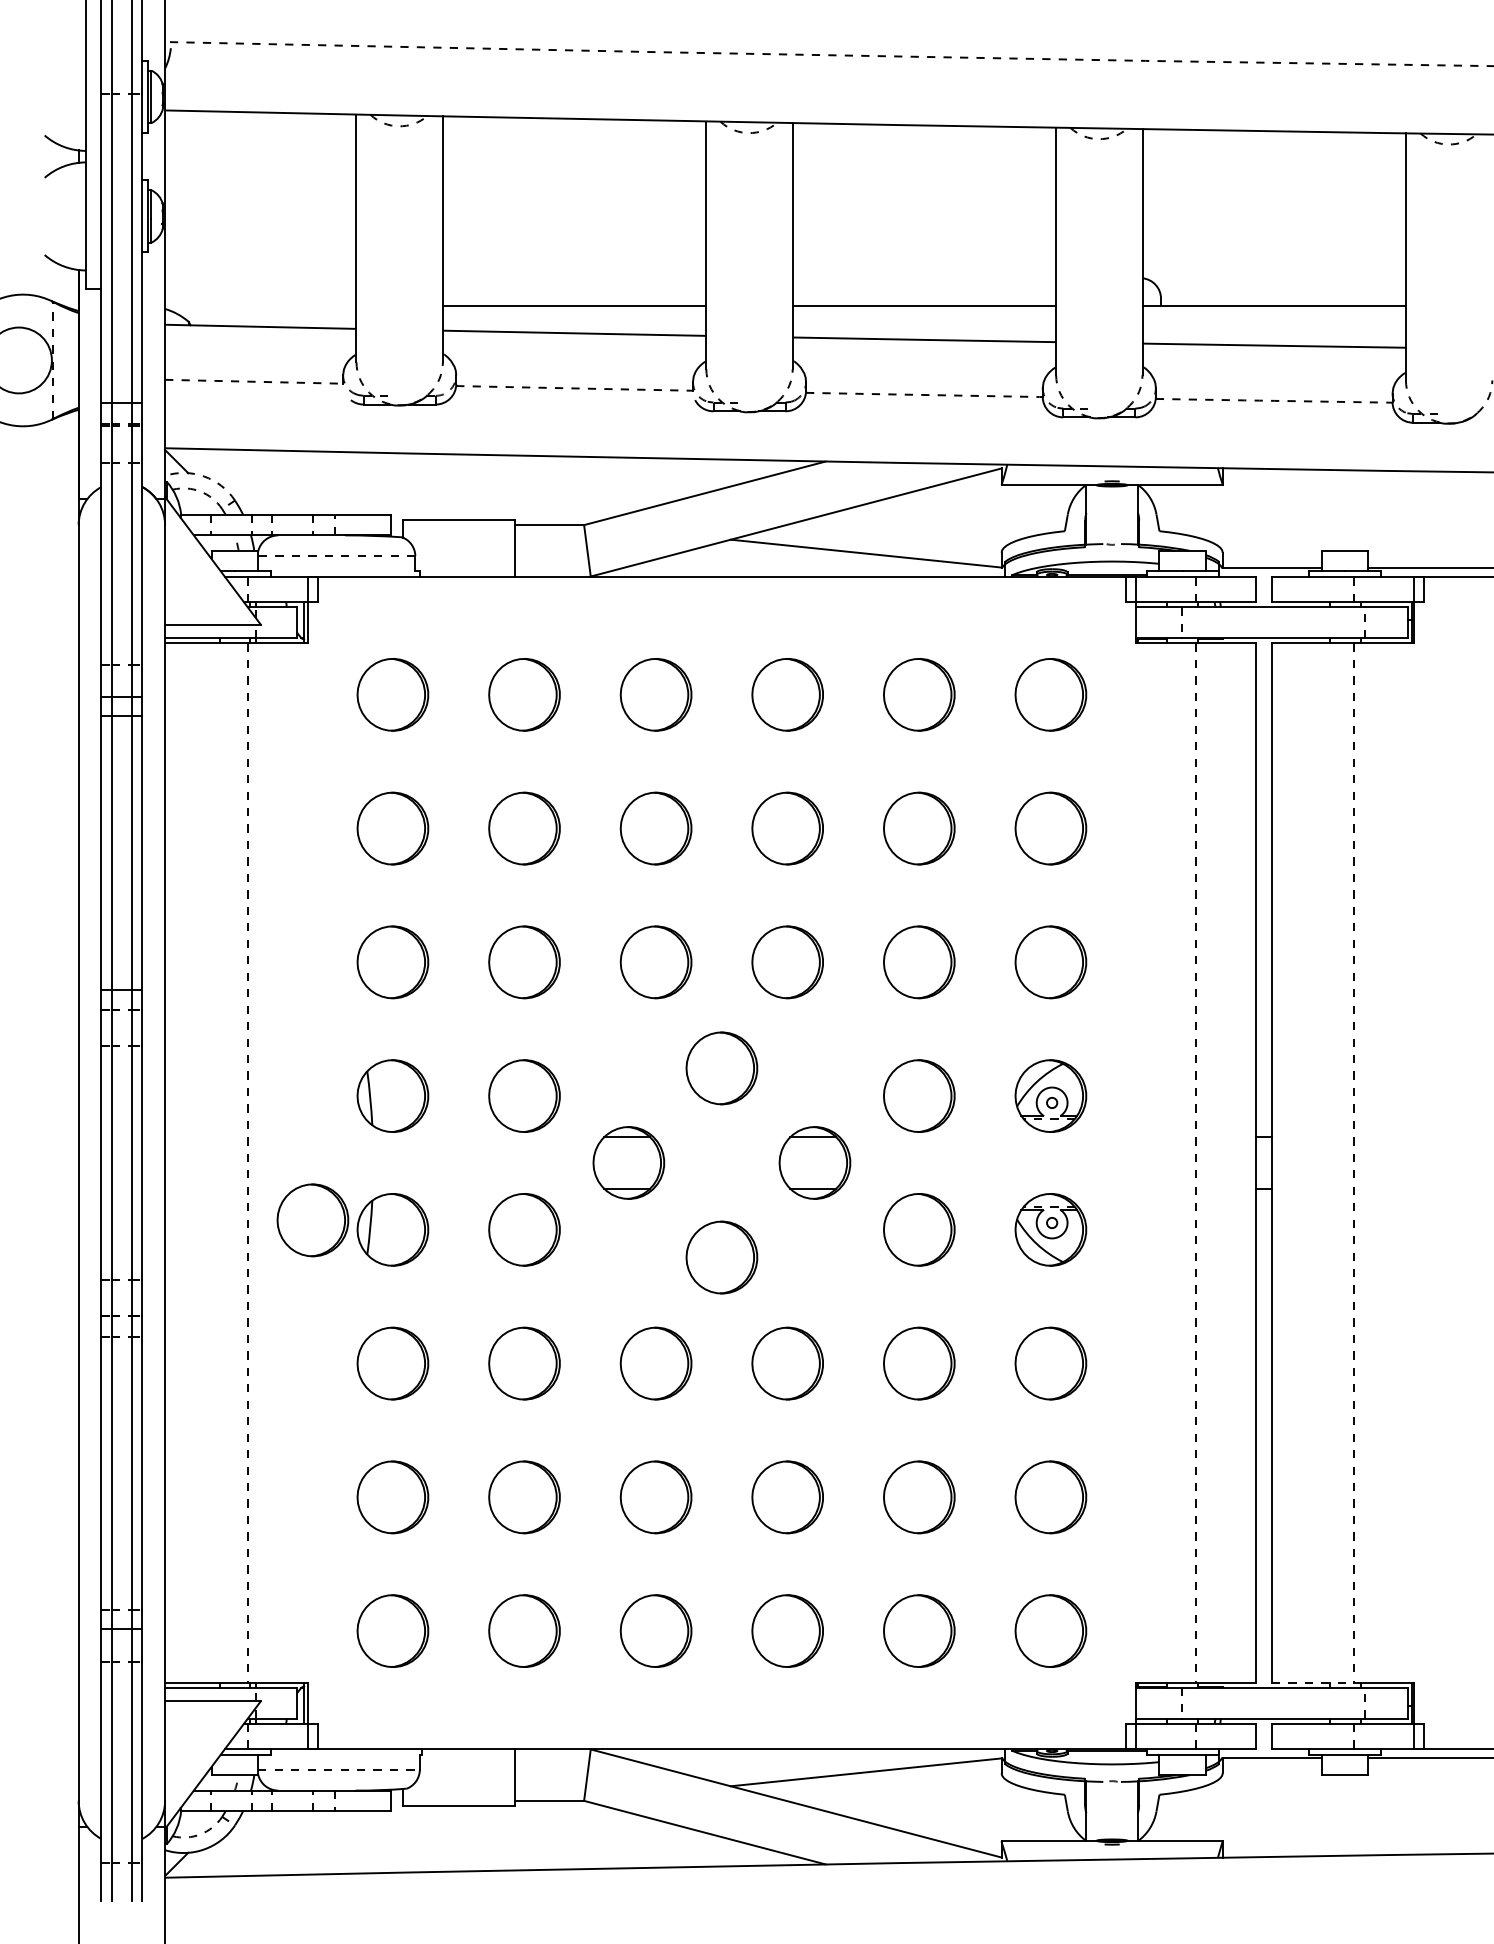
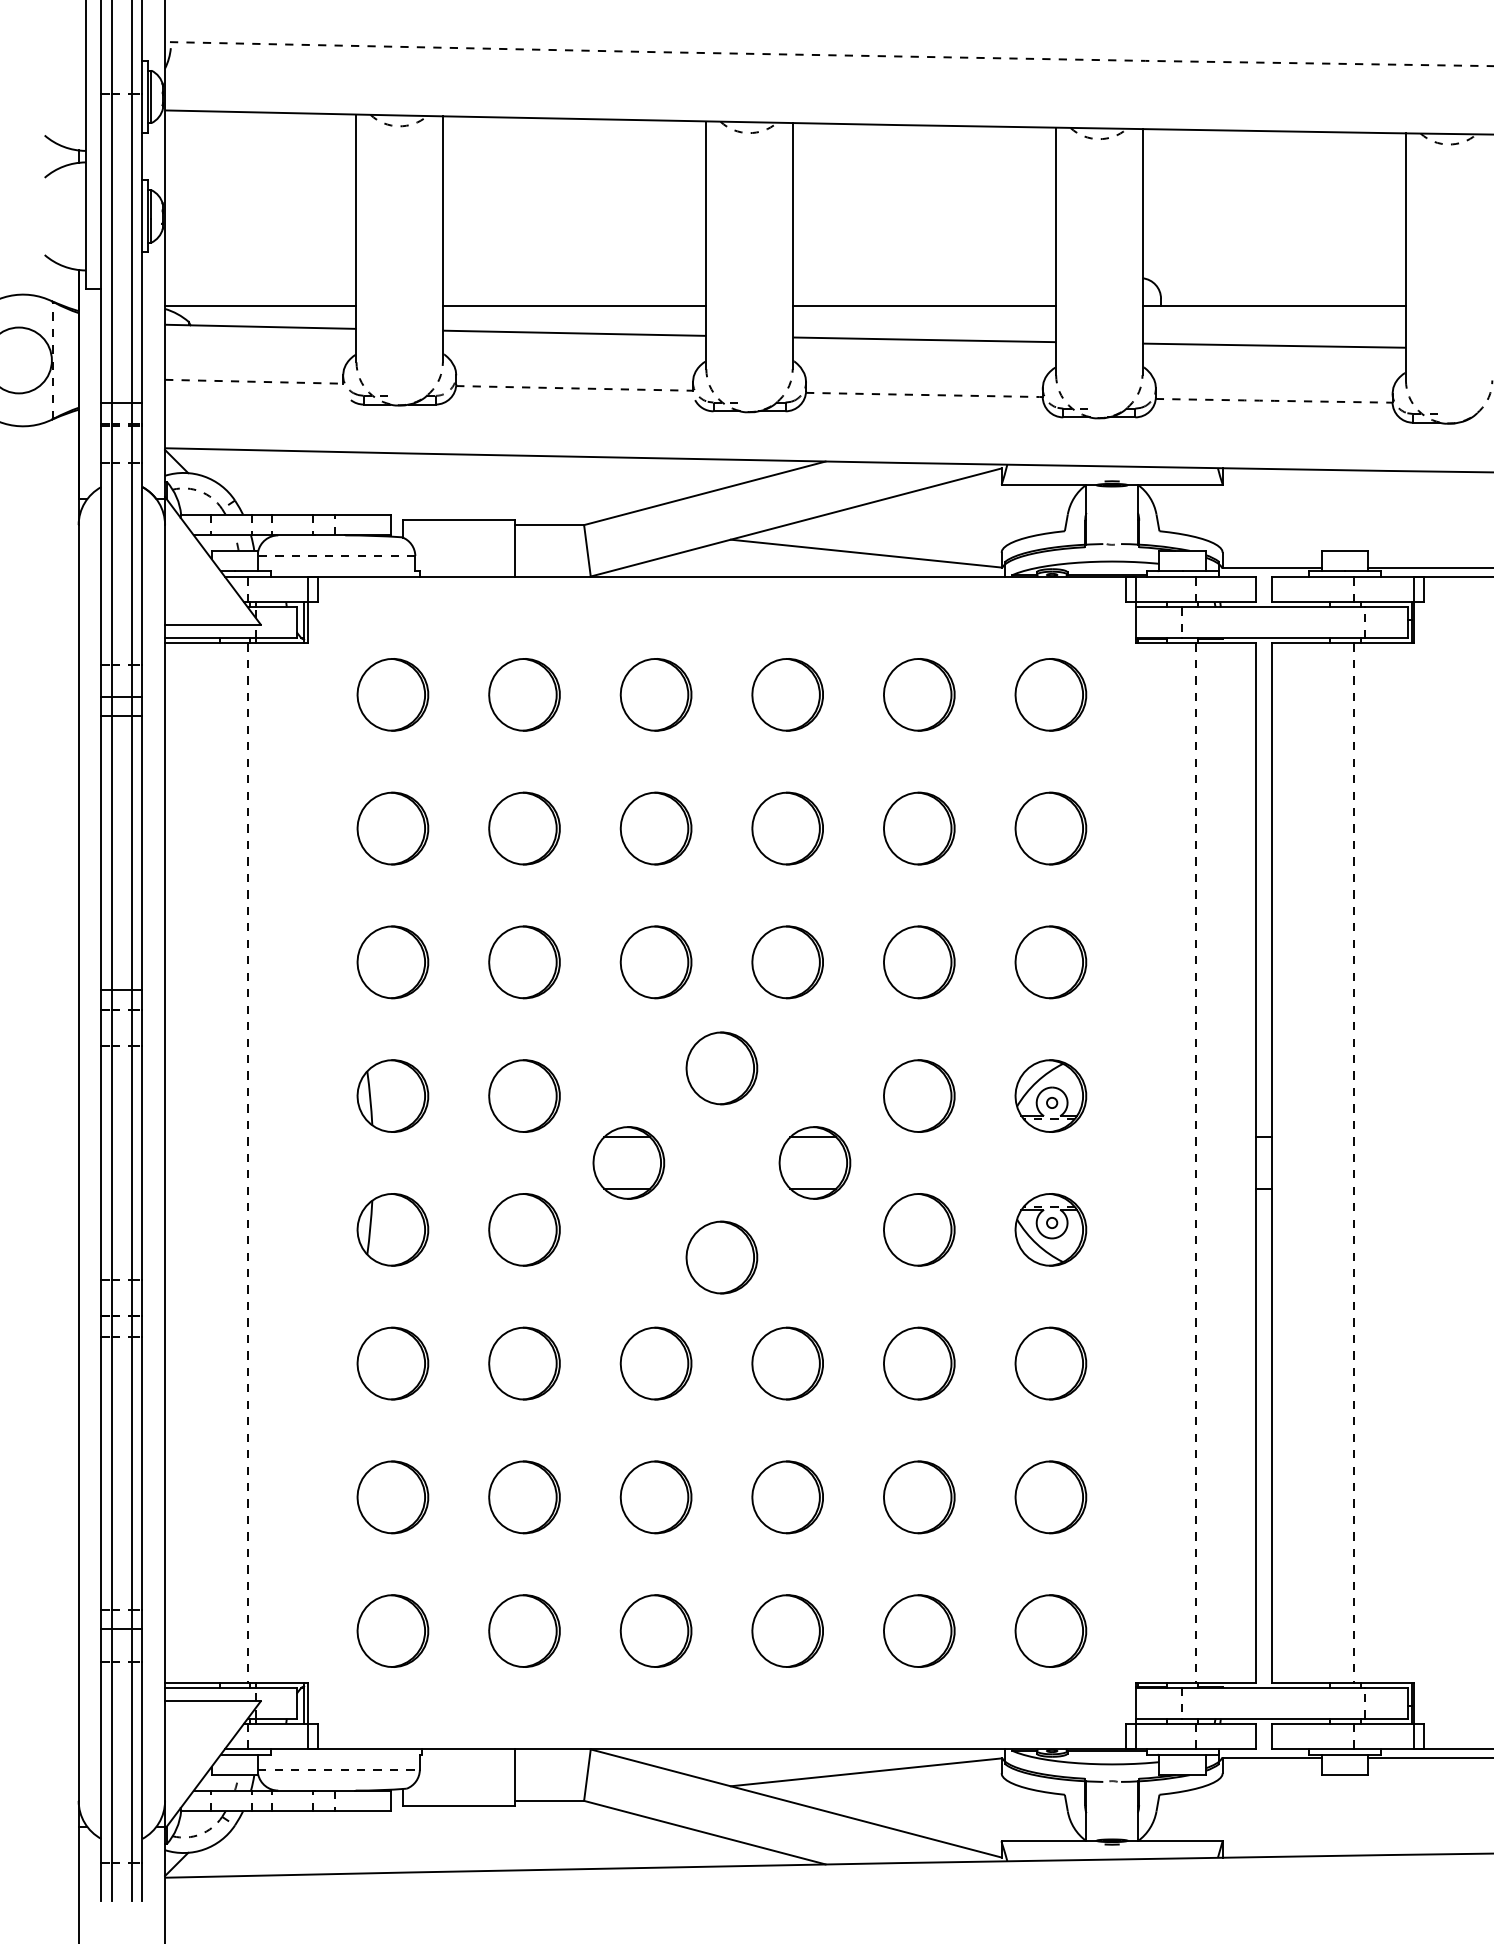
line at (260, 306): none -> present
arc at (204, 476): dashed -> solid
part at (312, 1220): present -> none
line at (1313, 1682): dashed -> solid
